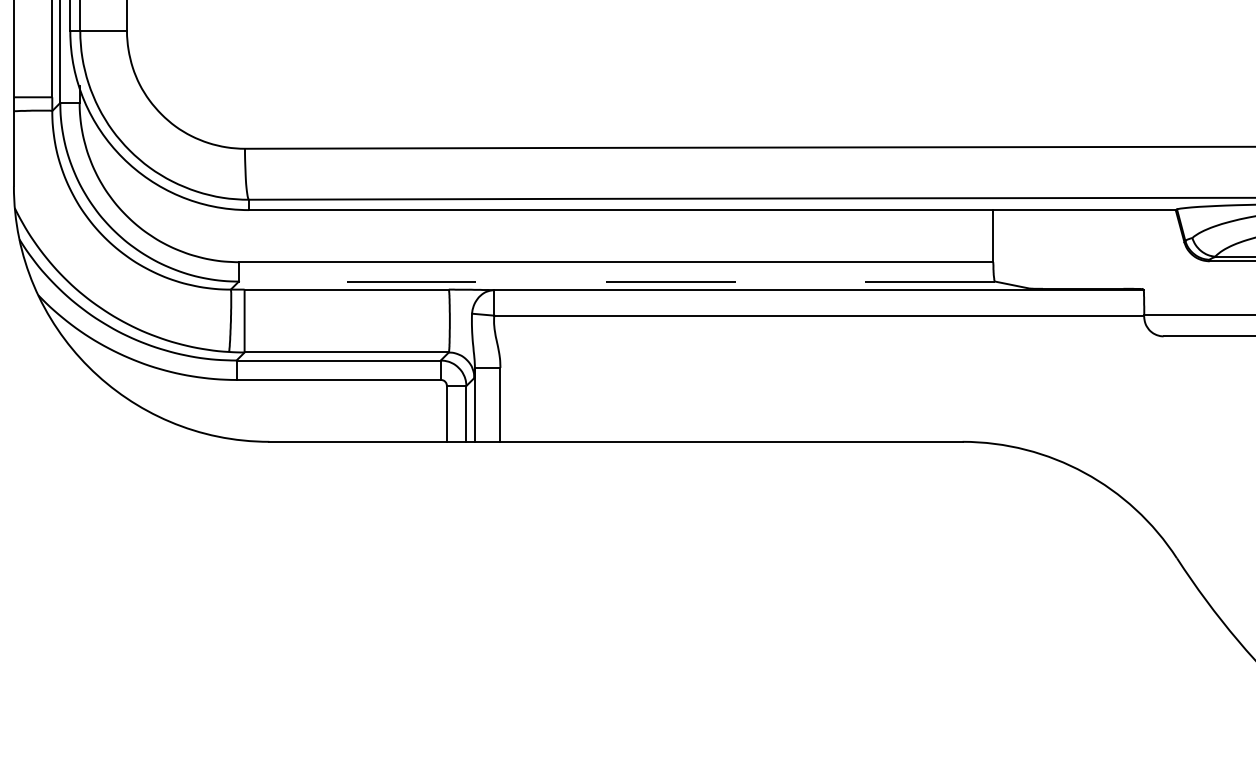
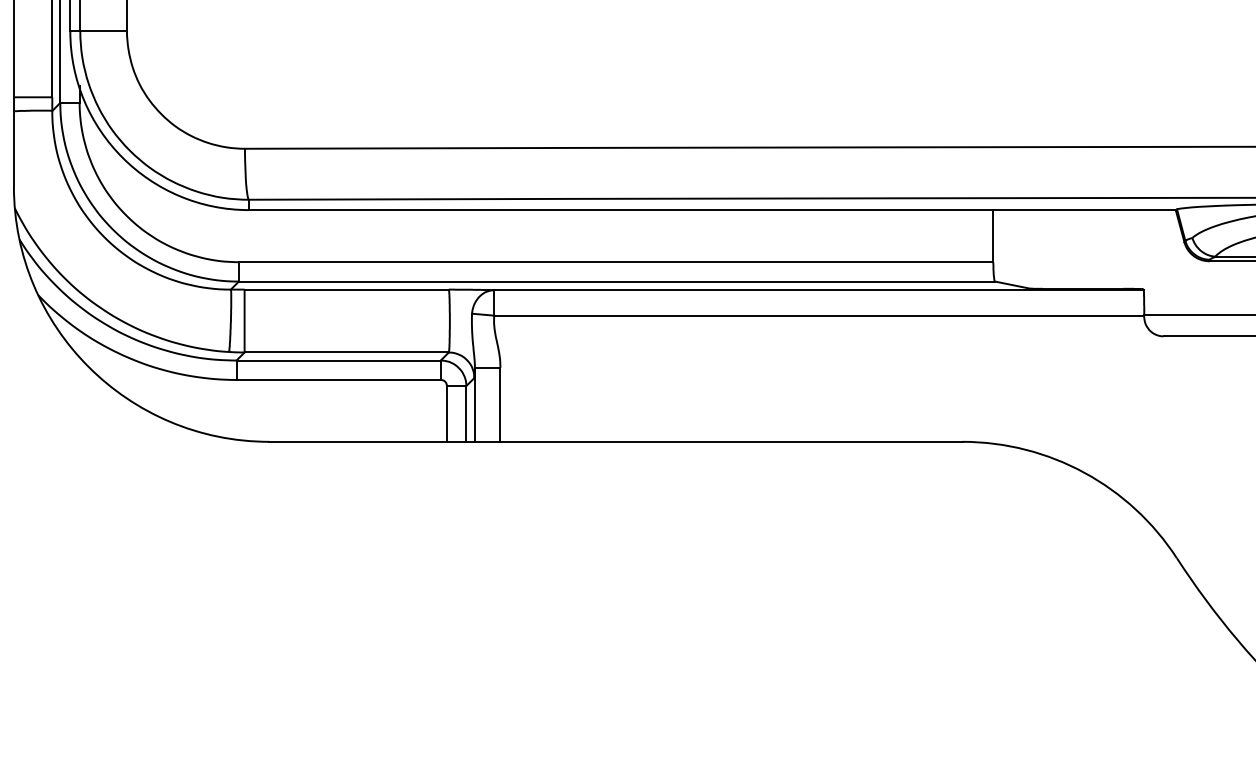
line at (616, 281): dashed -> solid
